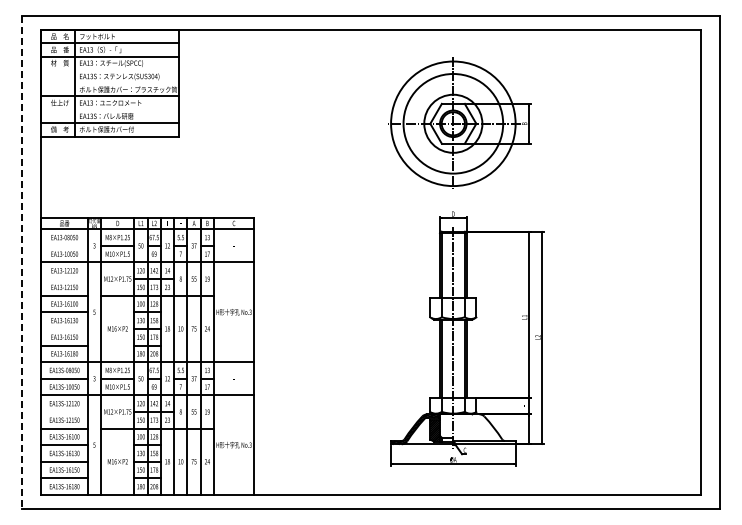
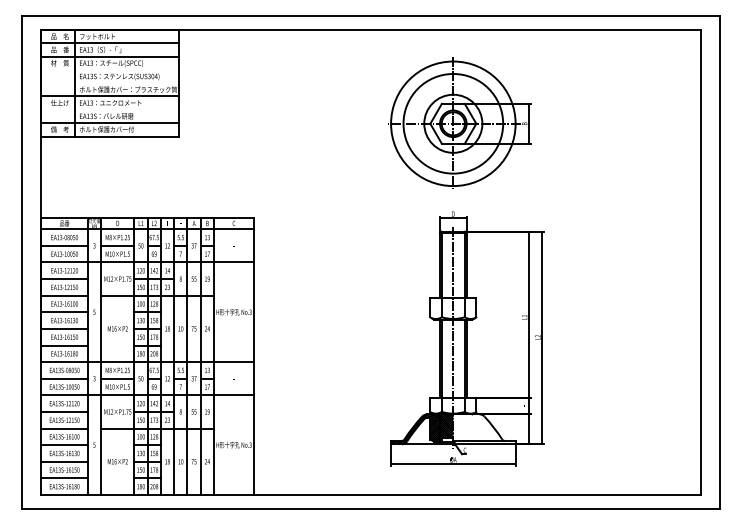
line at (64, 245): none -> present
line at (22, 262): dashed -> solid
line at (64, 279): none -> present
line at (64, 328): none -> present
line at (64, 411): none -> present
hatch at (446, 425): none -> present
